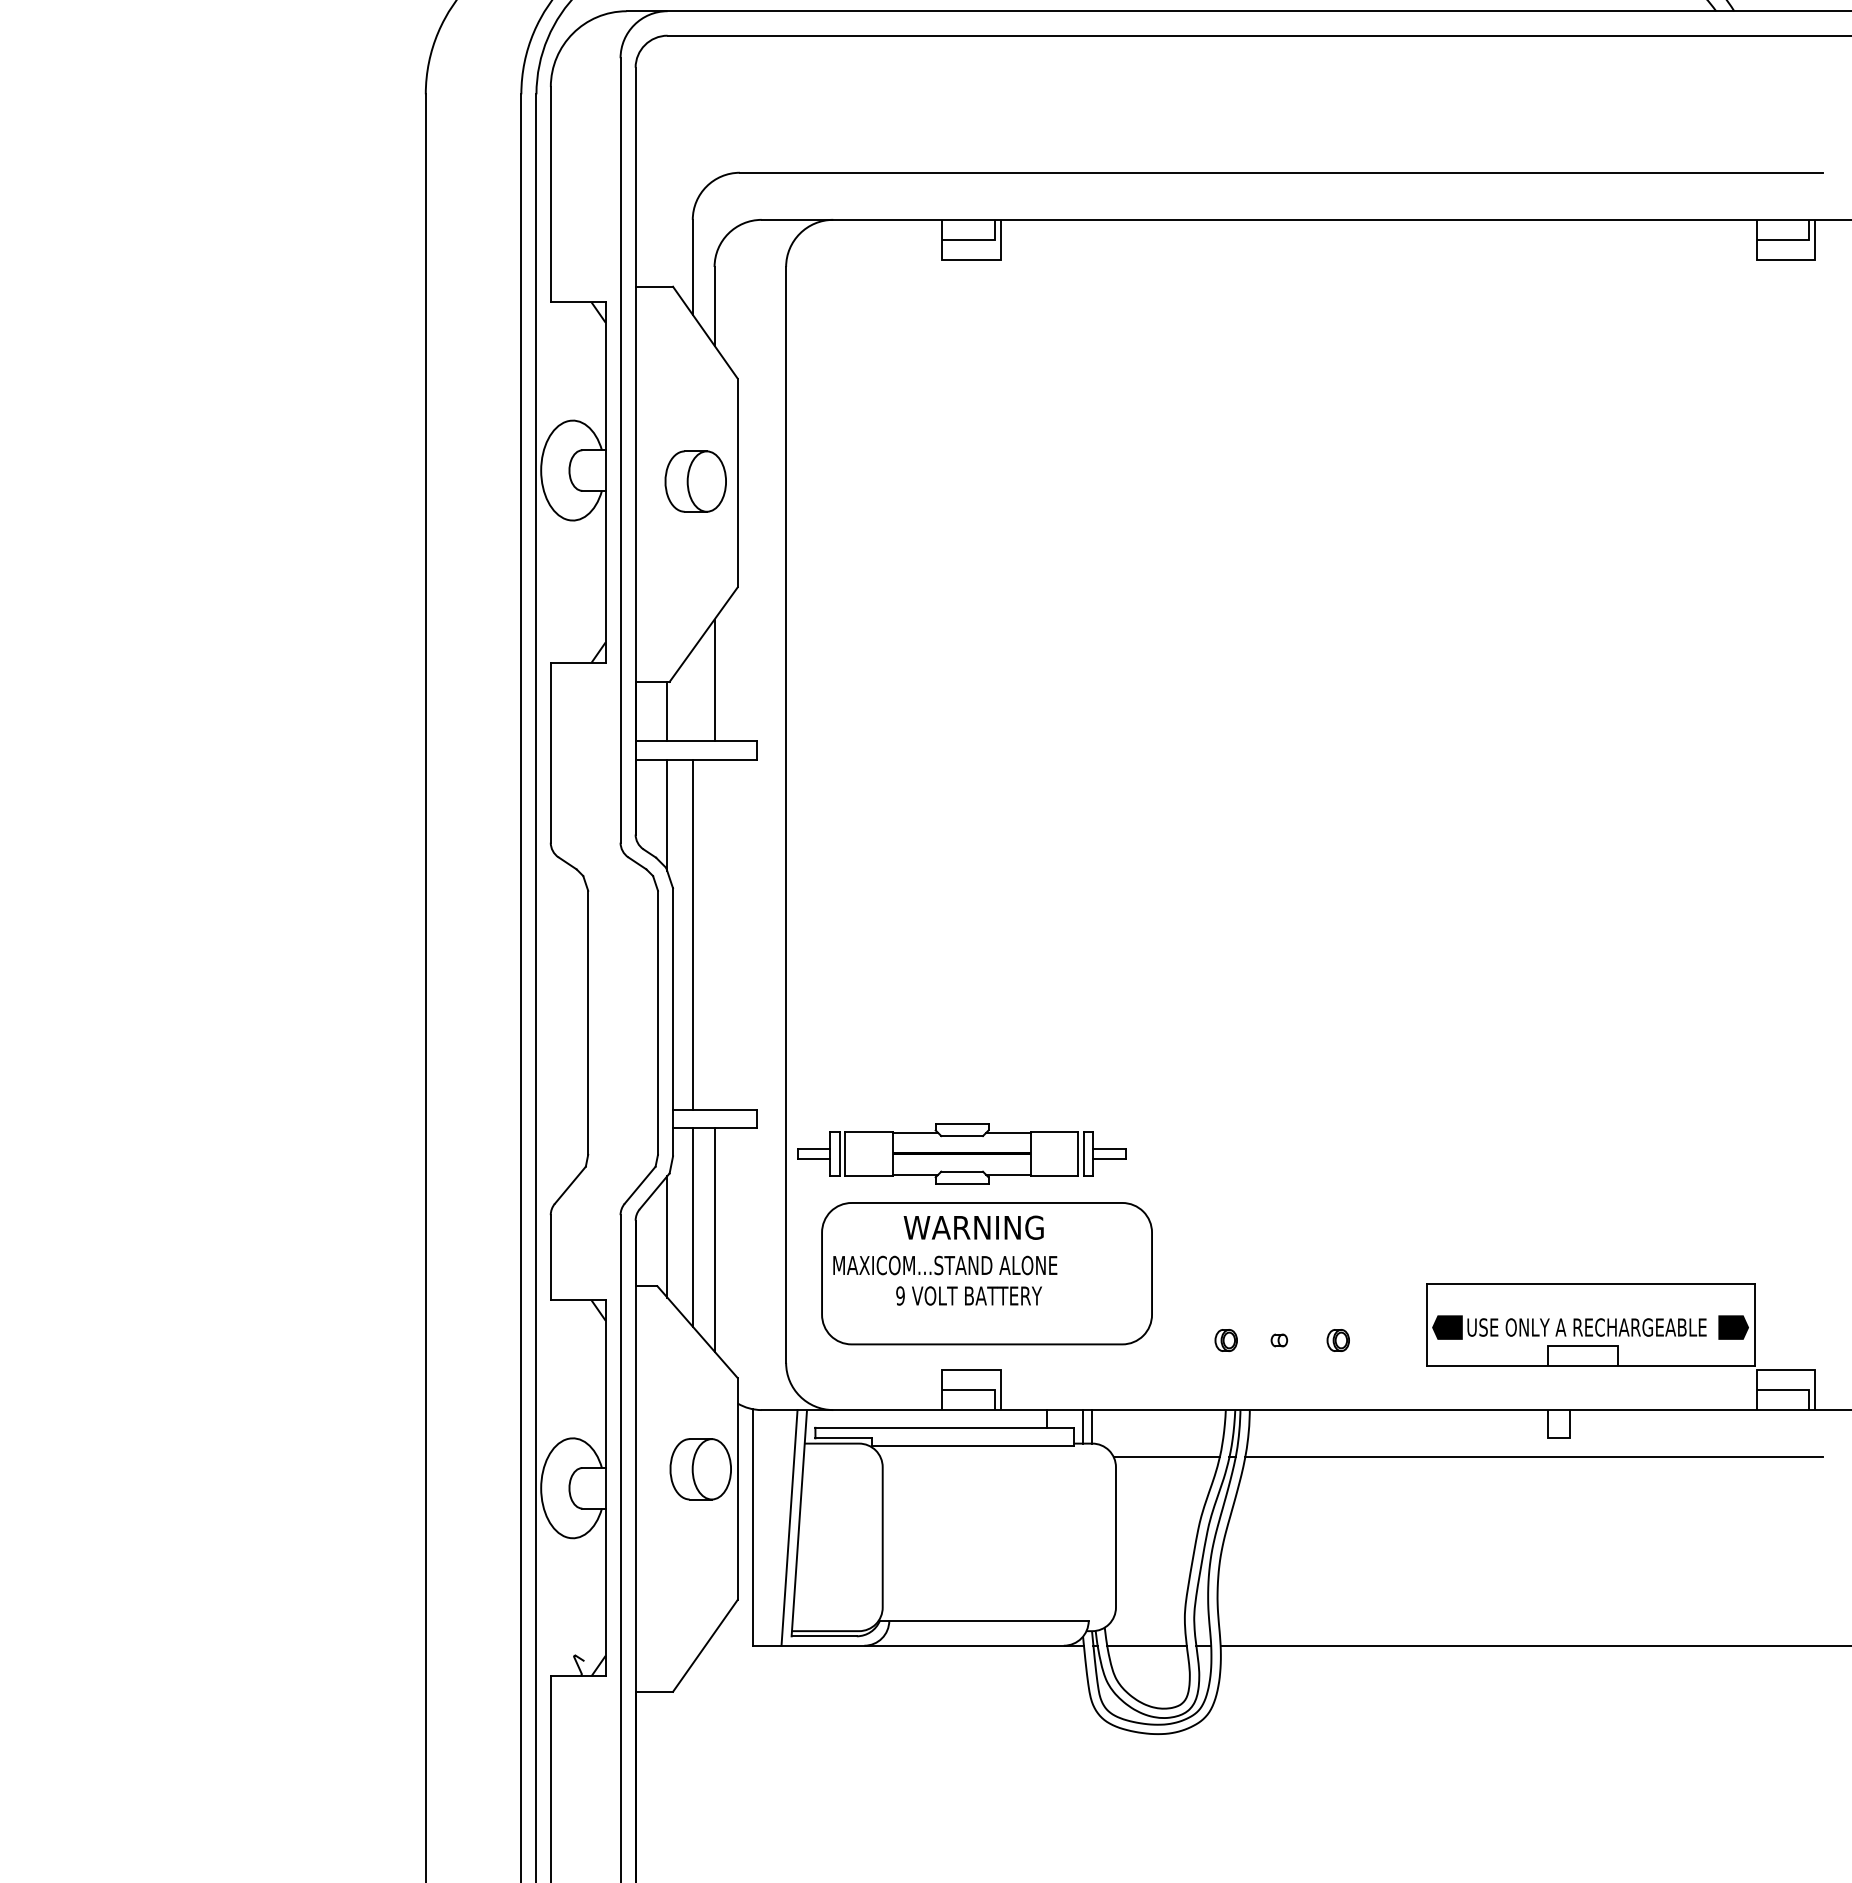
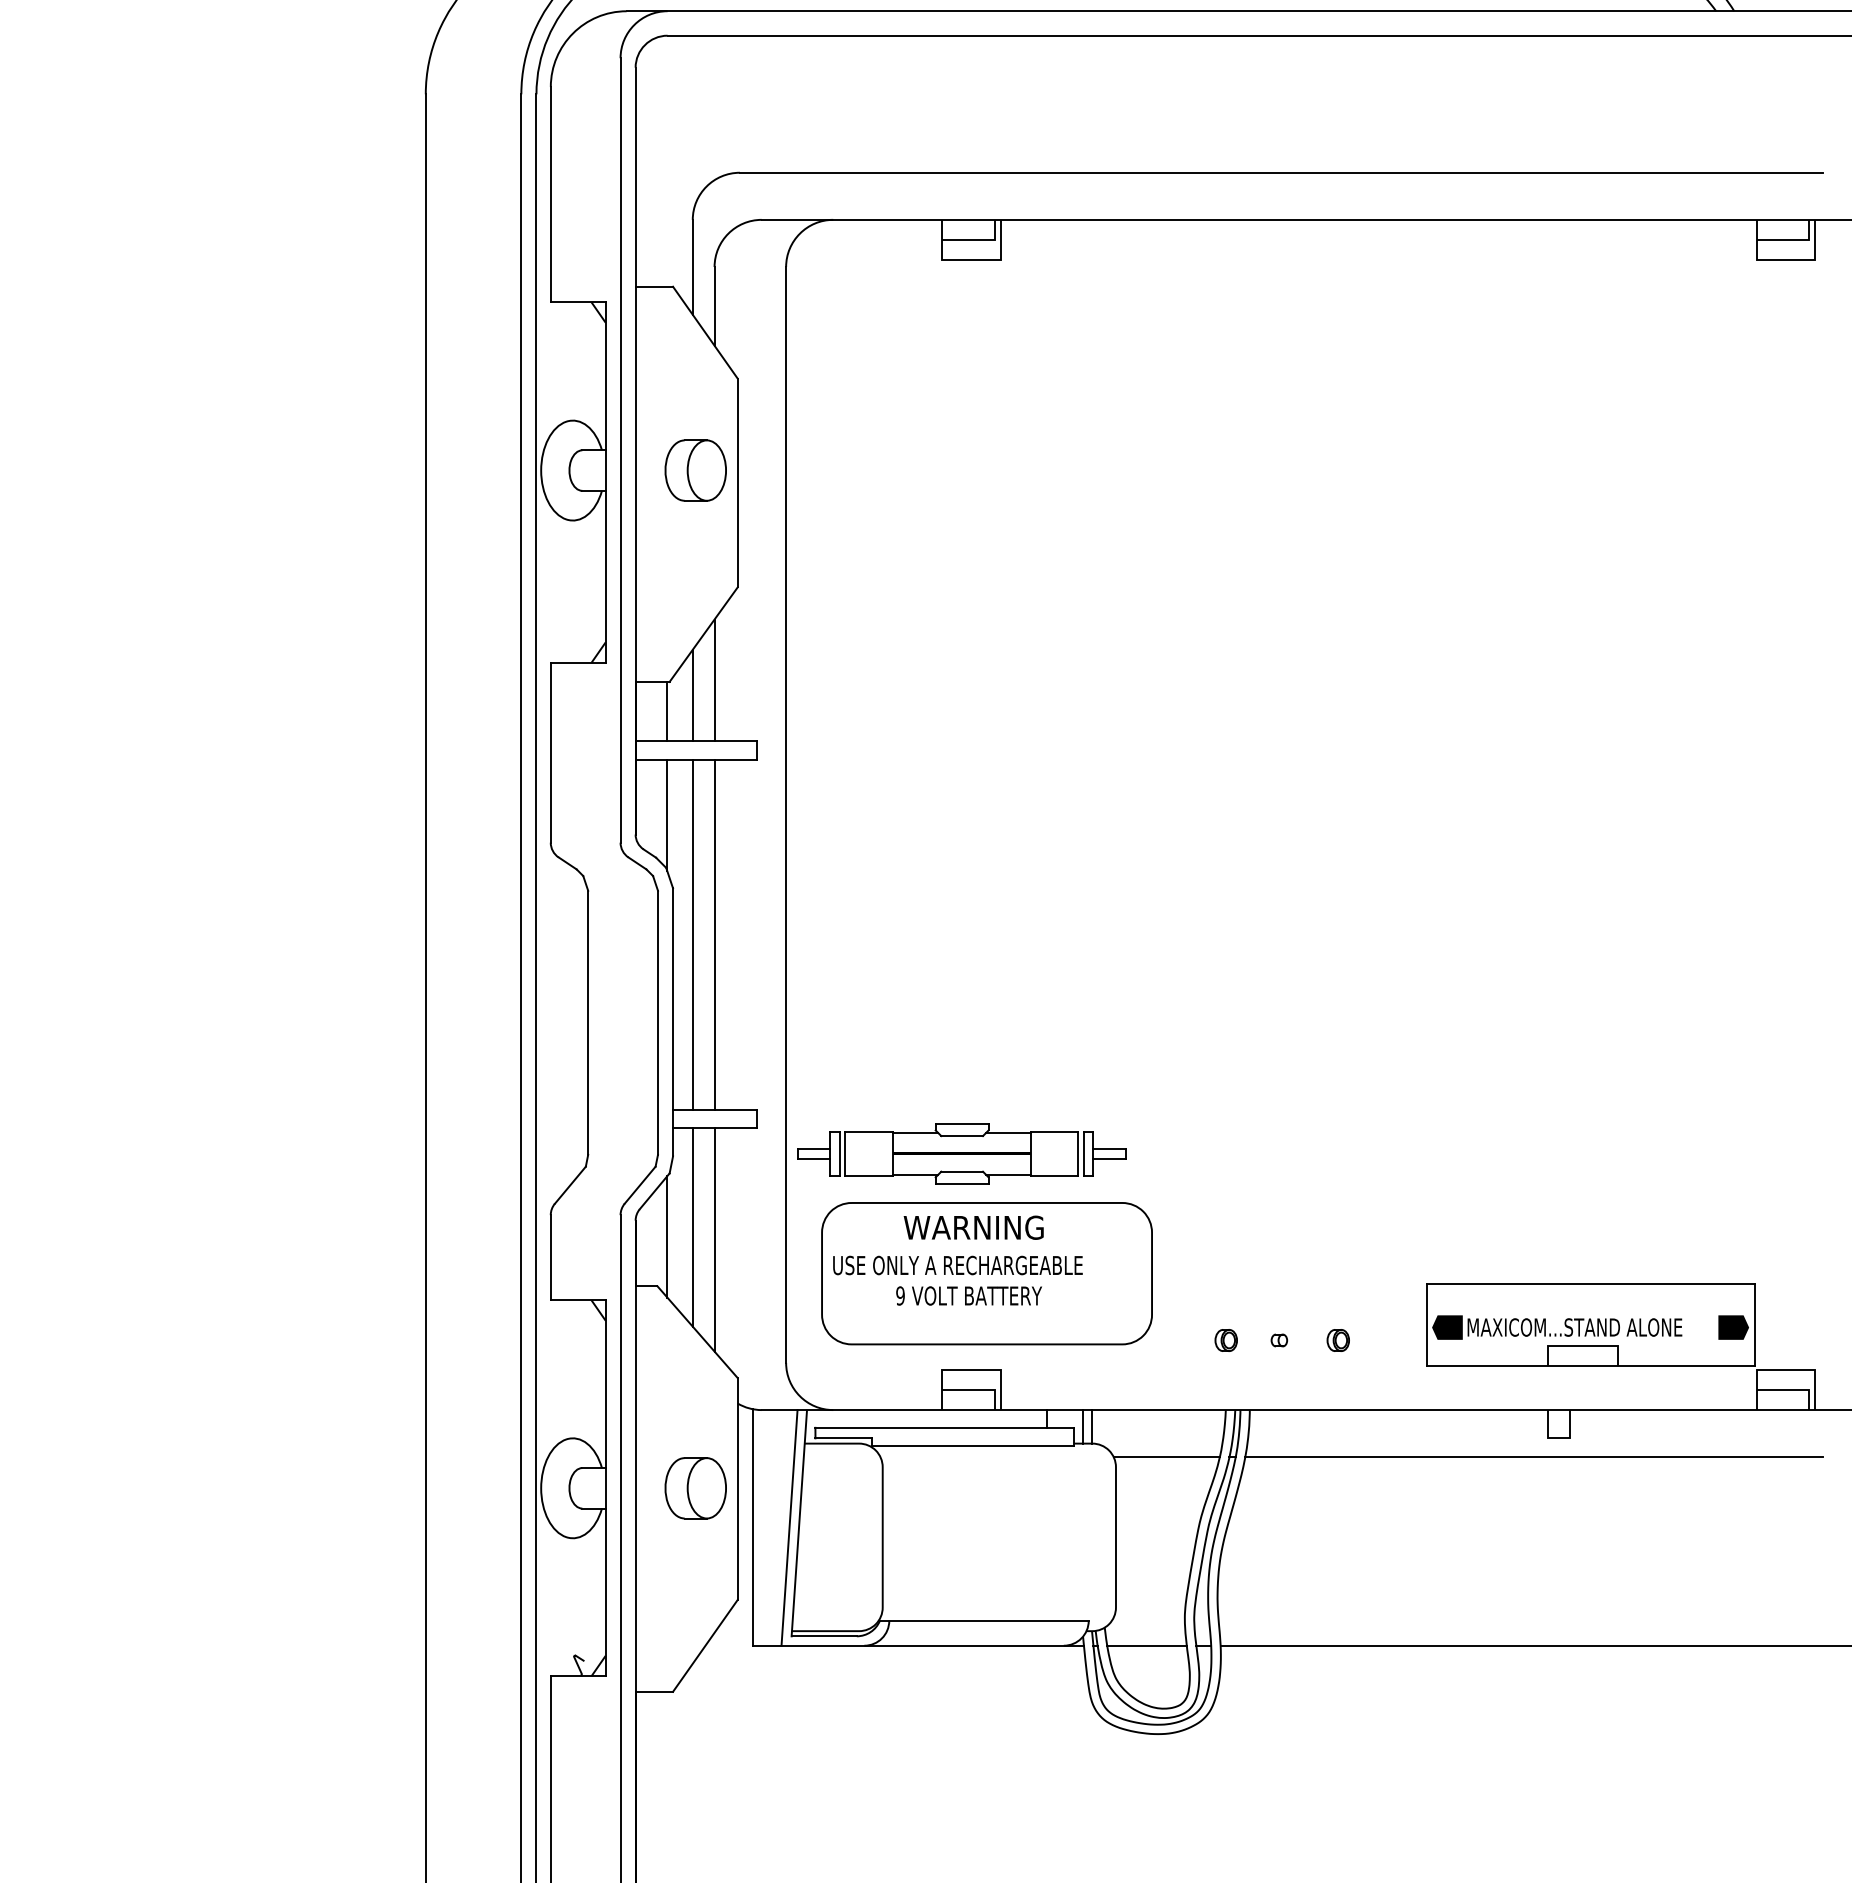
part at (695, 481) position: (695, 481) -> (695, 470)
line at (692, 695): none -> present
line at (714, 934): none -> present
text at (957, 1265): MAXICOM...STAND ALONE -> USE ONLY A RECHARGEABLE
text at (1586, 1327): USE ONLY A RECHARGEABLE -> MAXICOM...STAND ALONE
part at (700, 1469) position: (700, 1469) -> (695, 1488)
